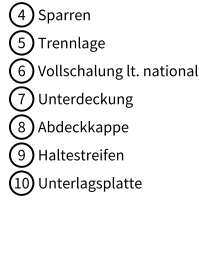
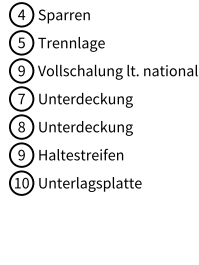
text at (21, 70): 6 -> 9
text at (85, 128): Abdeckkappe -> Unterdeckung
